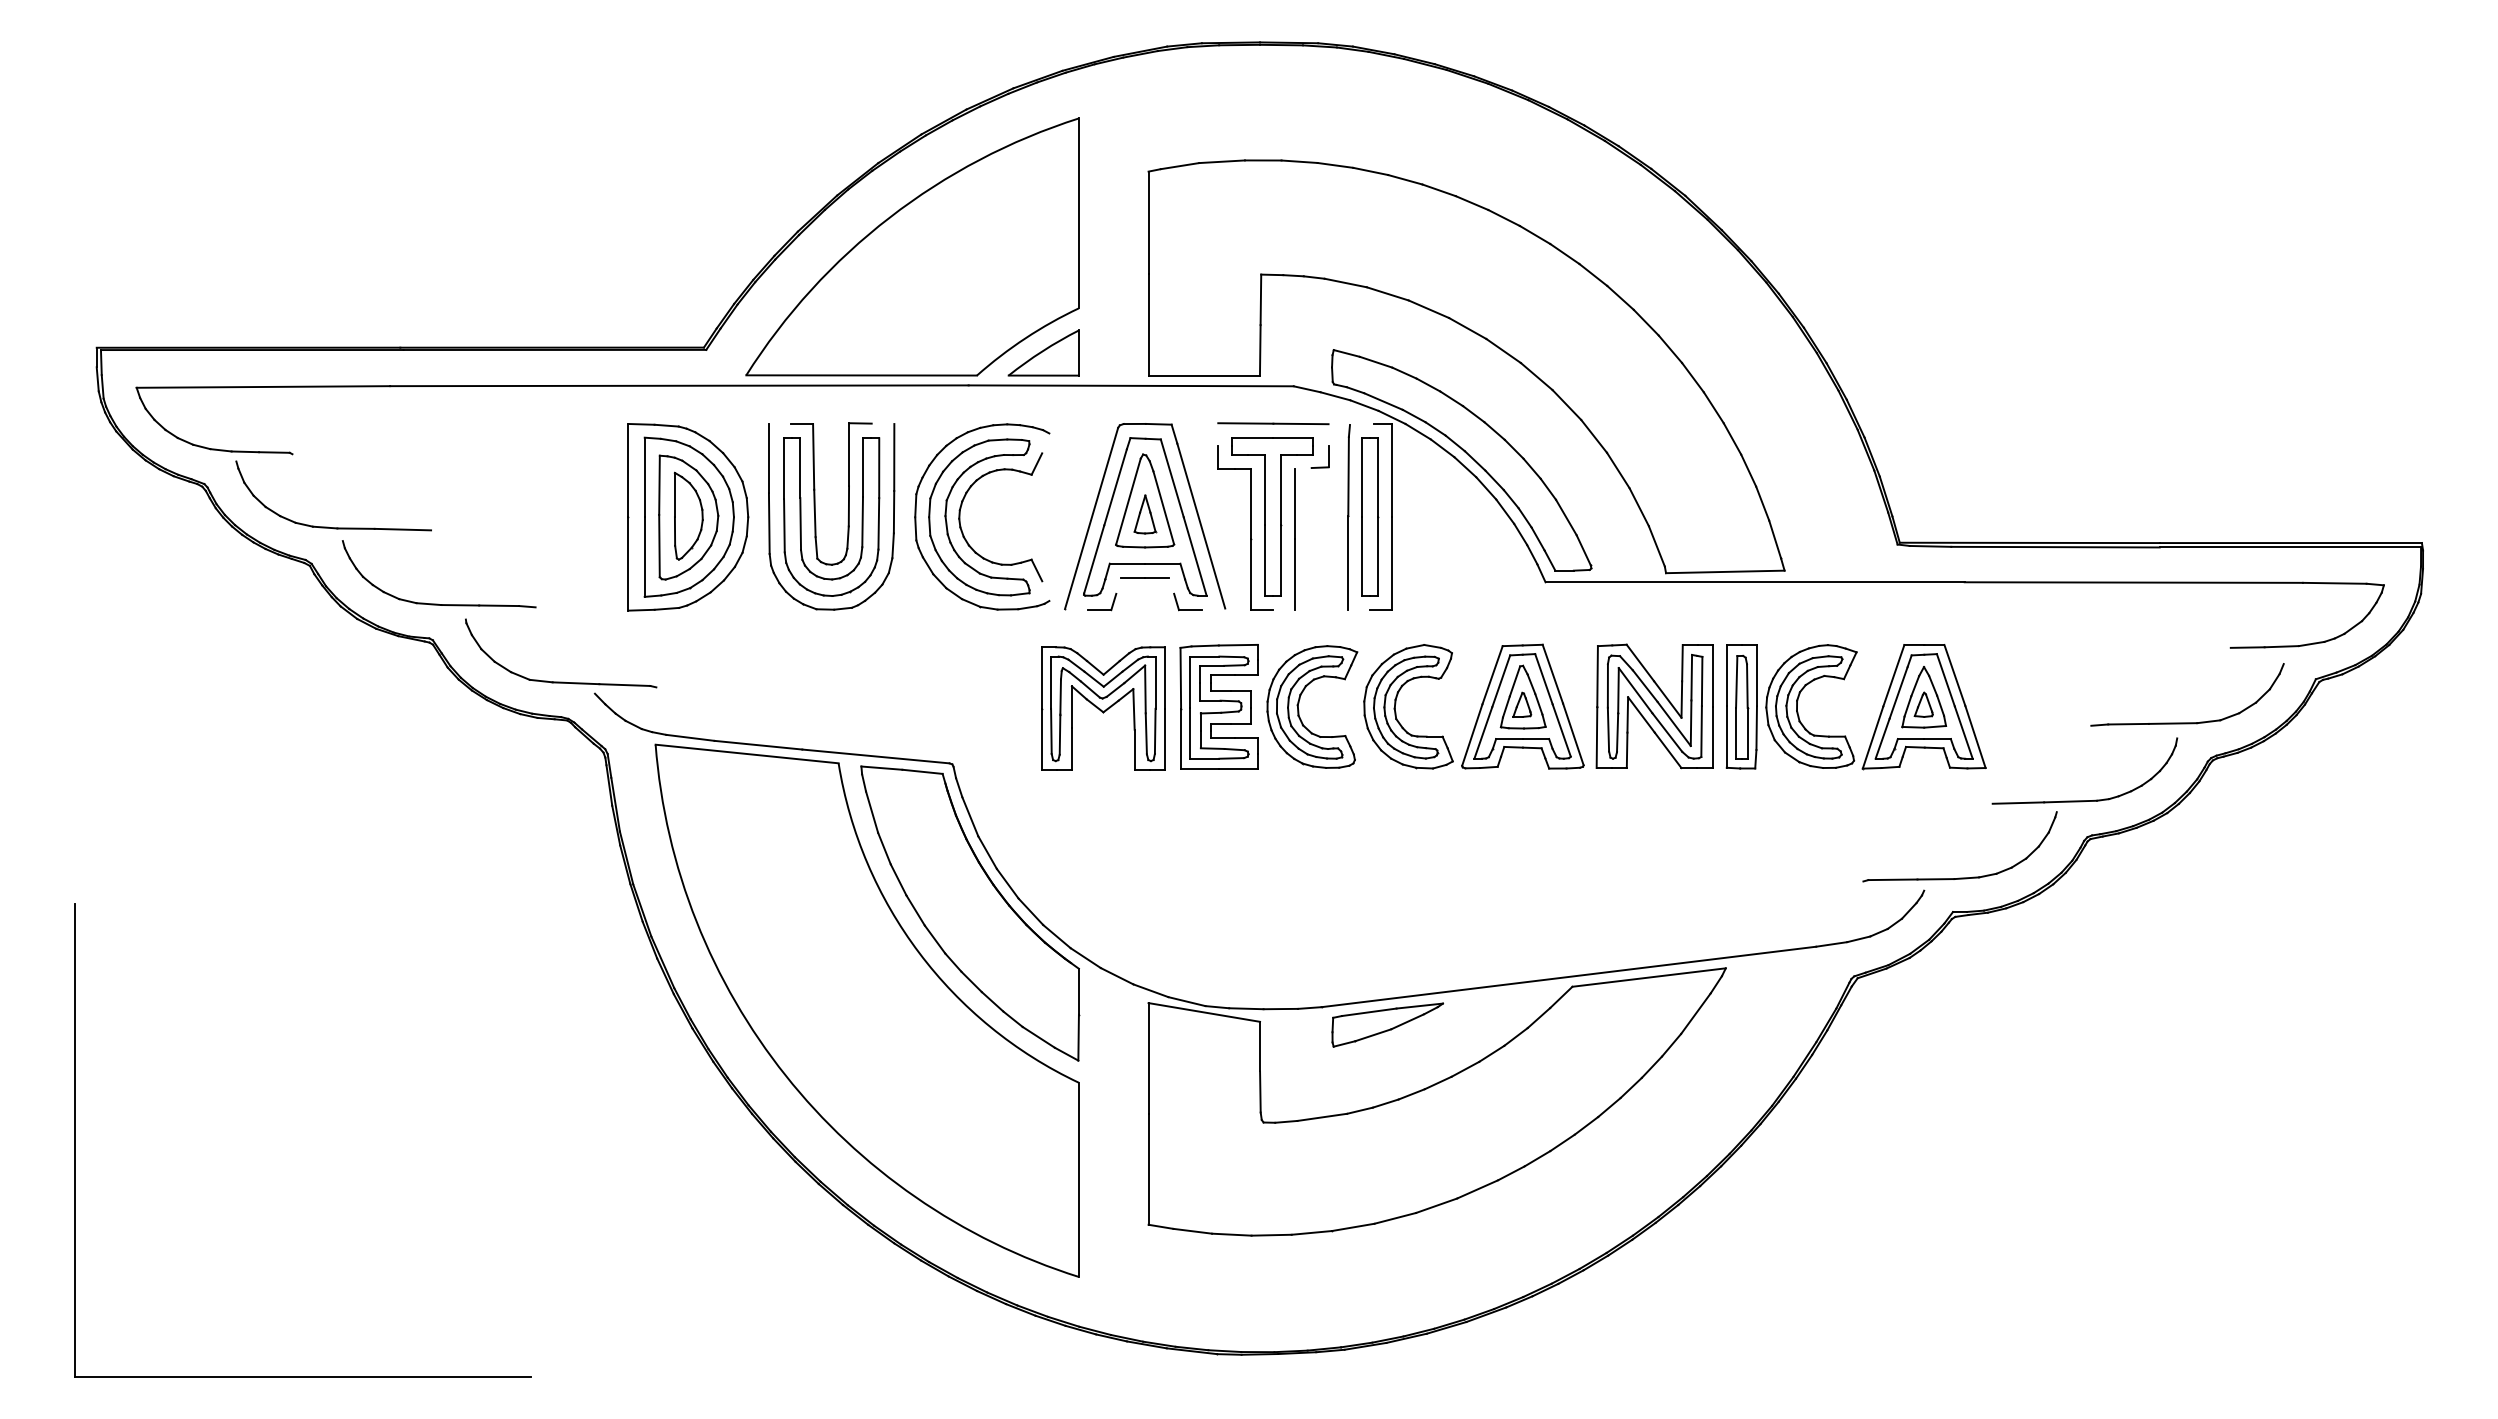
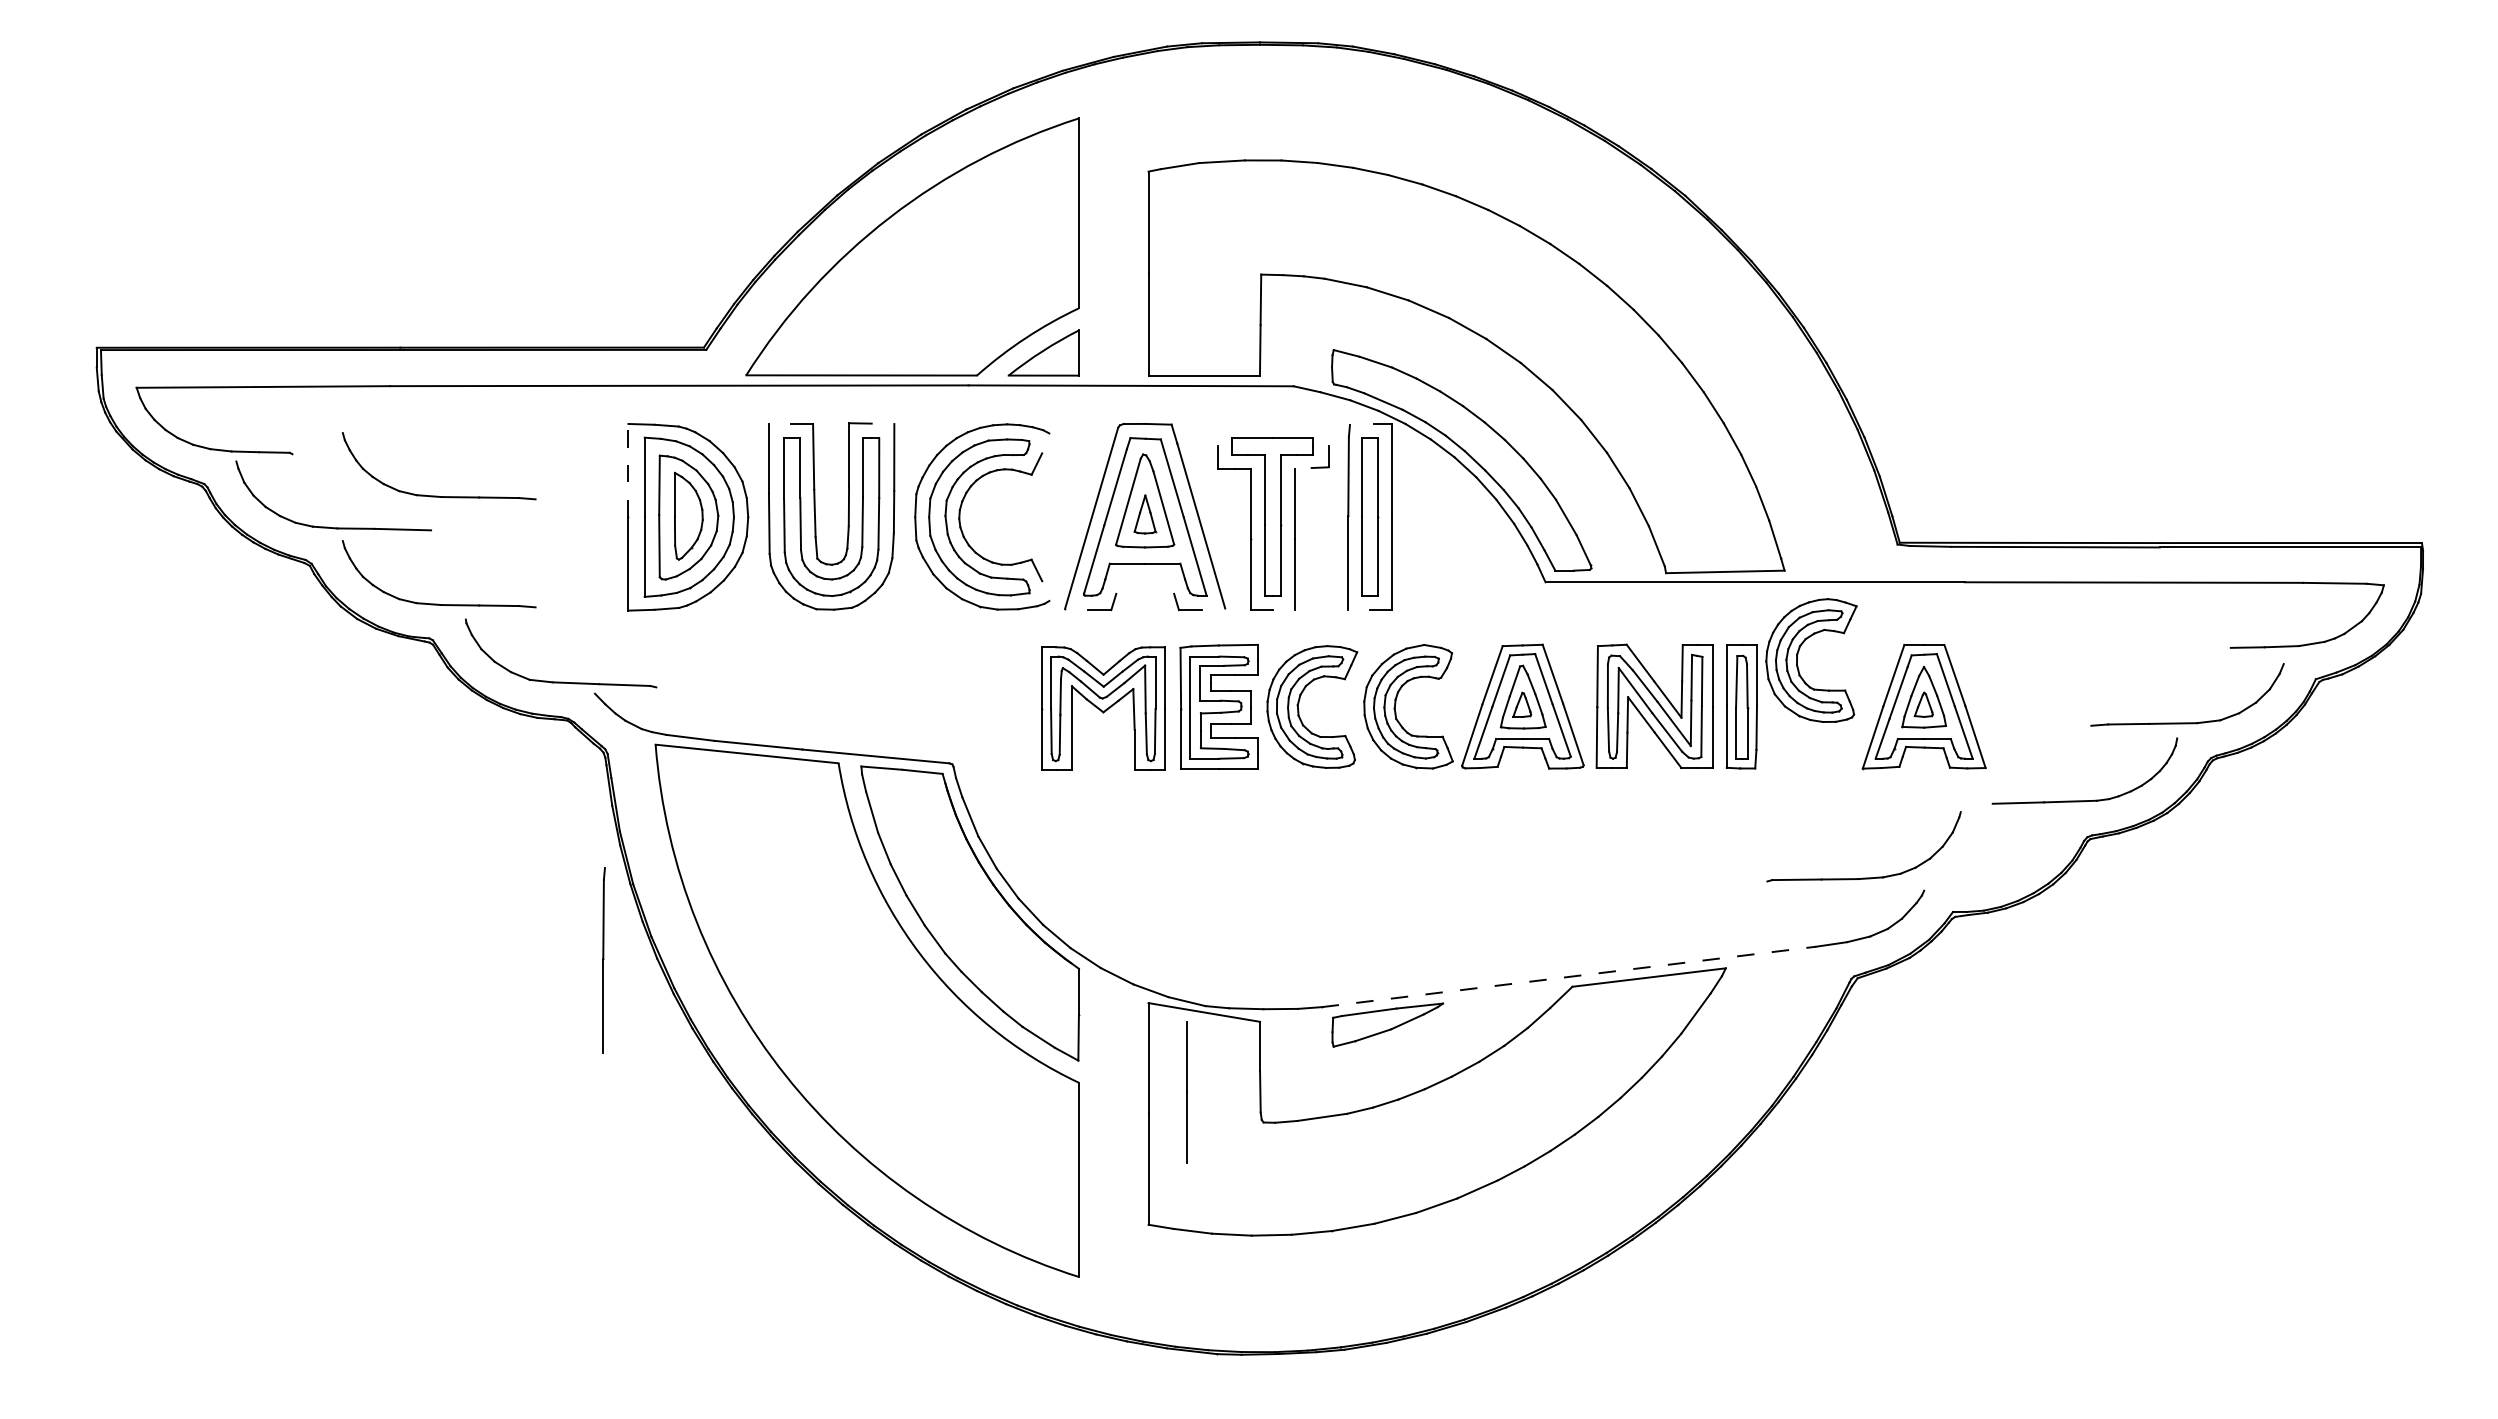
line at (1273, 423): present -> none
line at (628, 470): solid -> dashed
part at (438, 495): none -> present
line at (1144, 577): present -> none
part at (1797, 706) position: (1797, 706) -> (1797, 660)
part at (1959, 877) position: (1959, 877) -> (1863, 877)
line at (603, 960): none -> present
line at (1569, 976): solid -> dashed
line at (1186, 1092): none -> present
part at (75, 1140): present -> none
